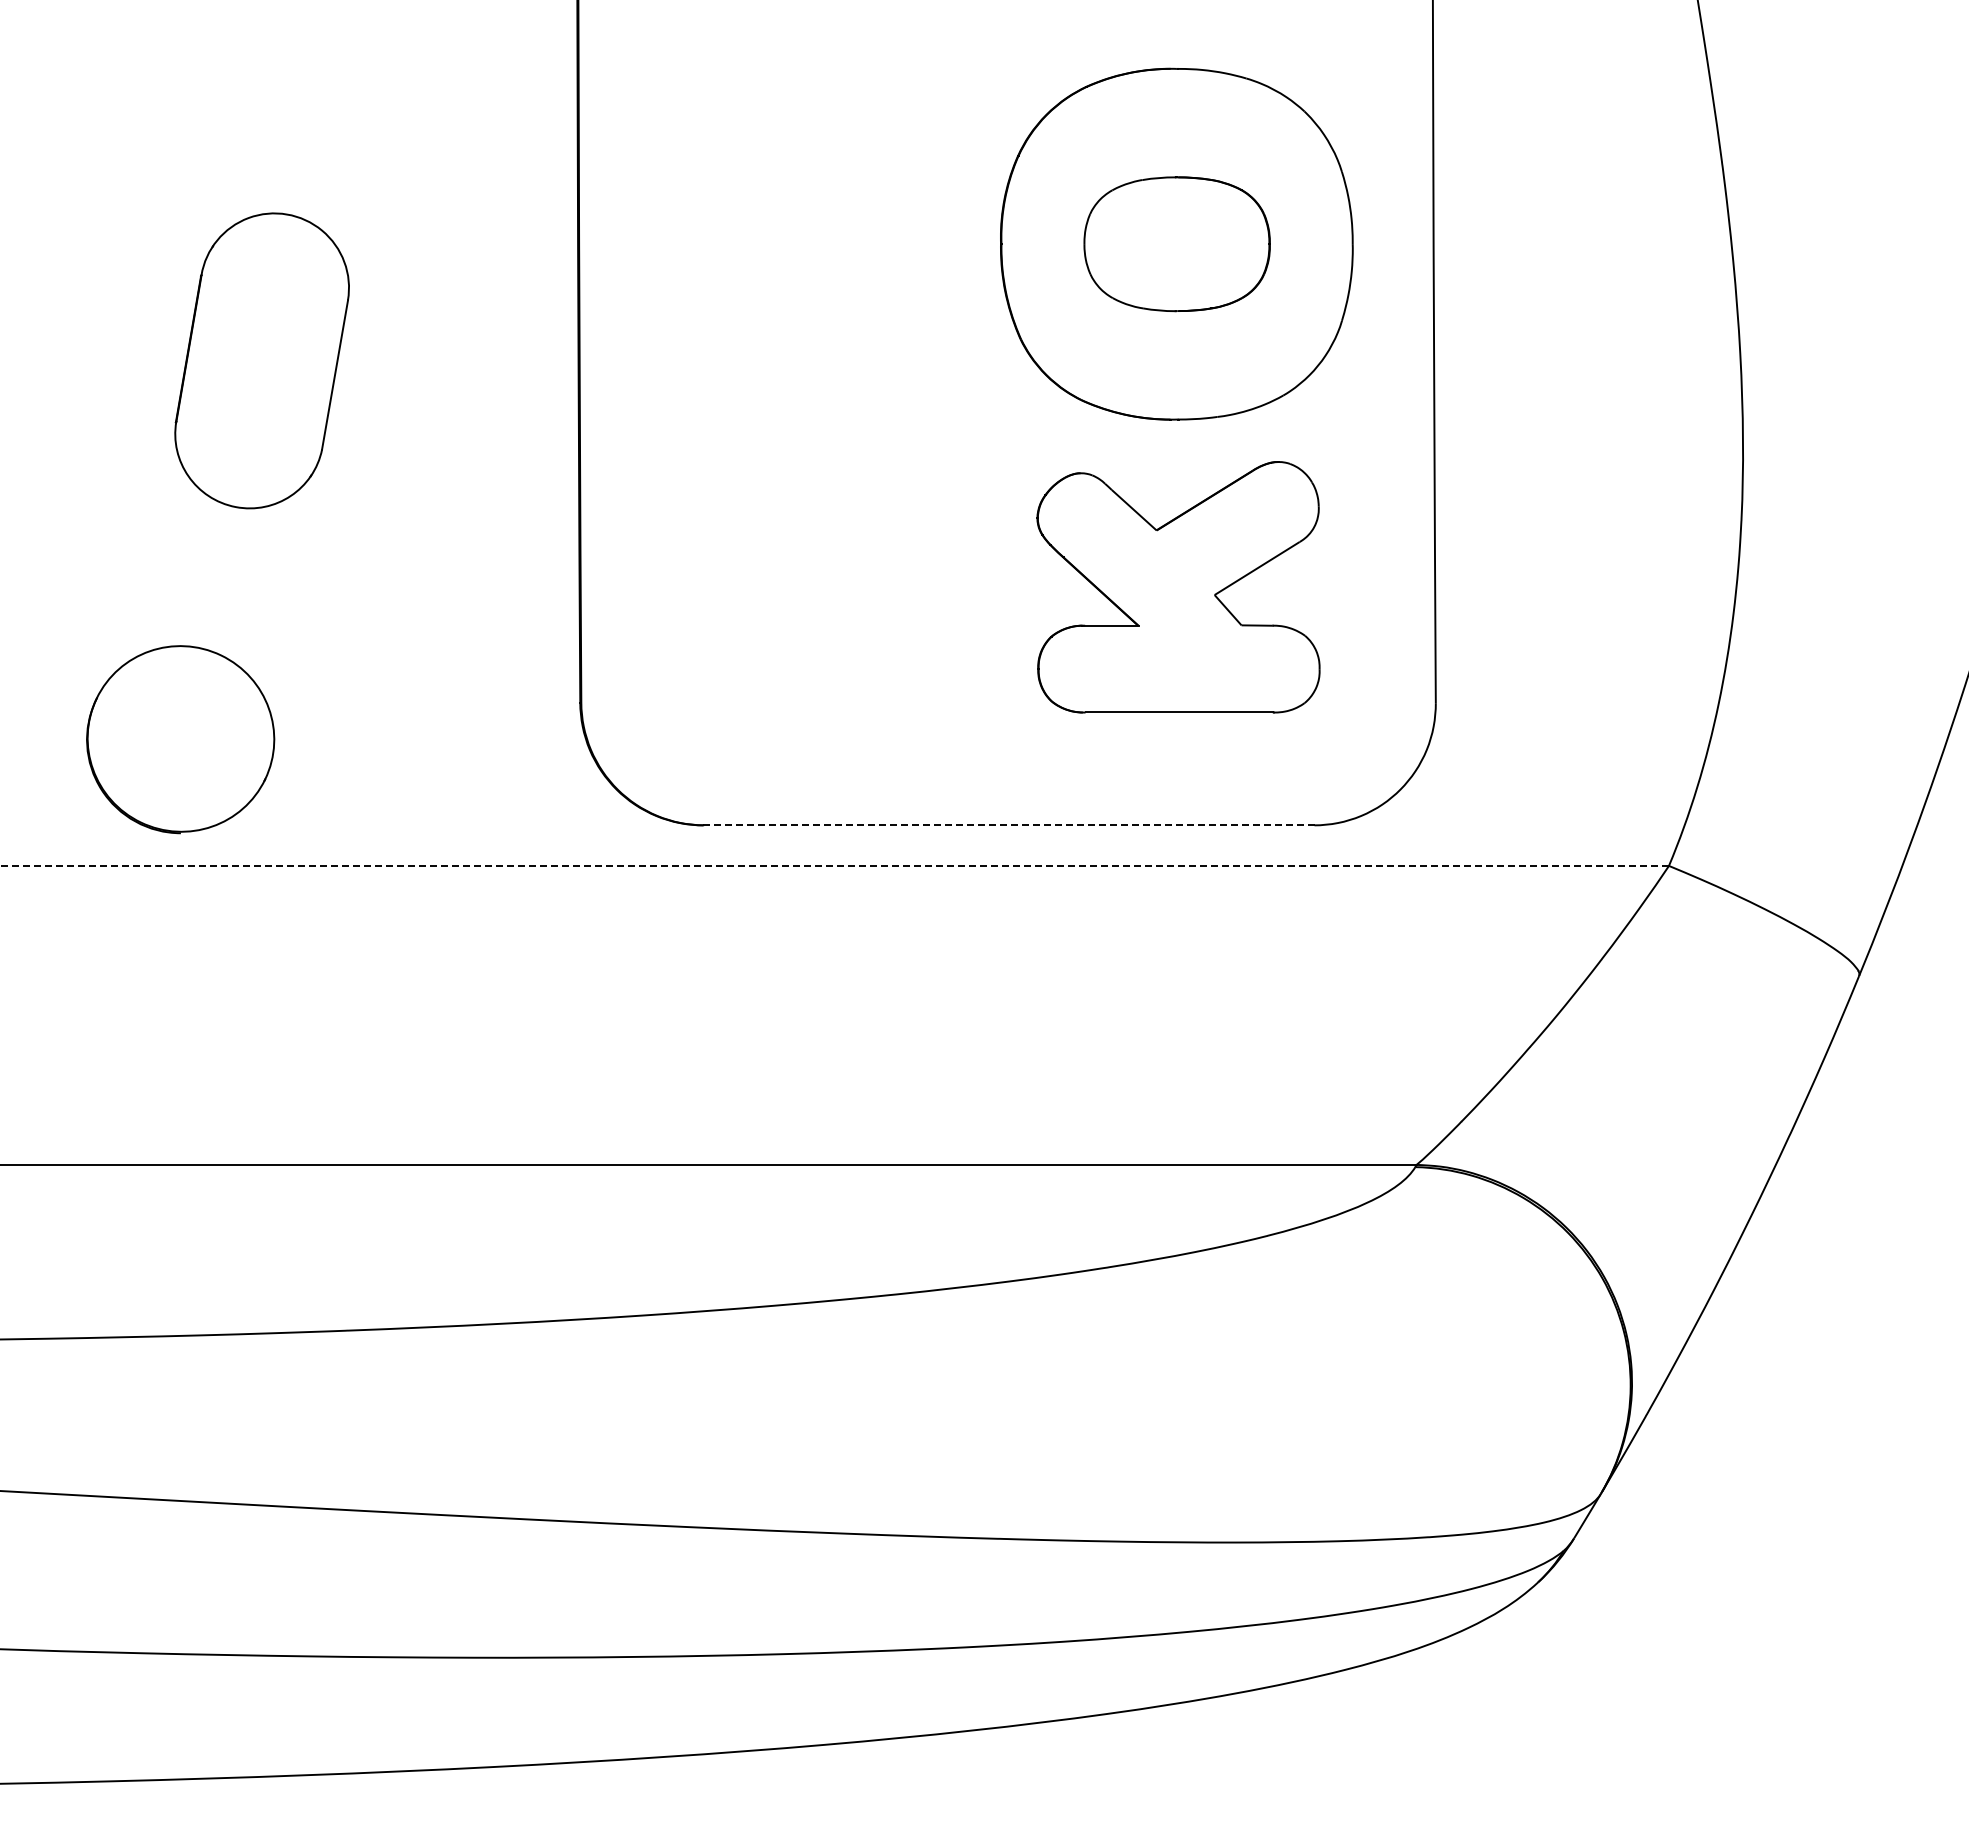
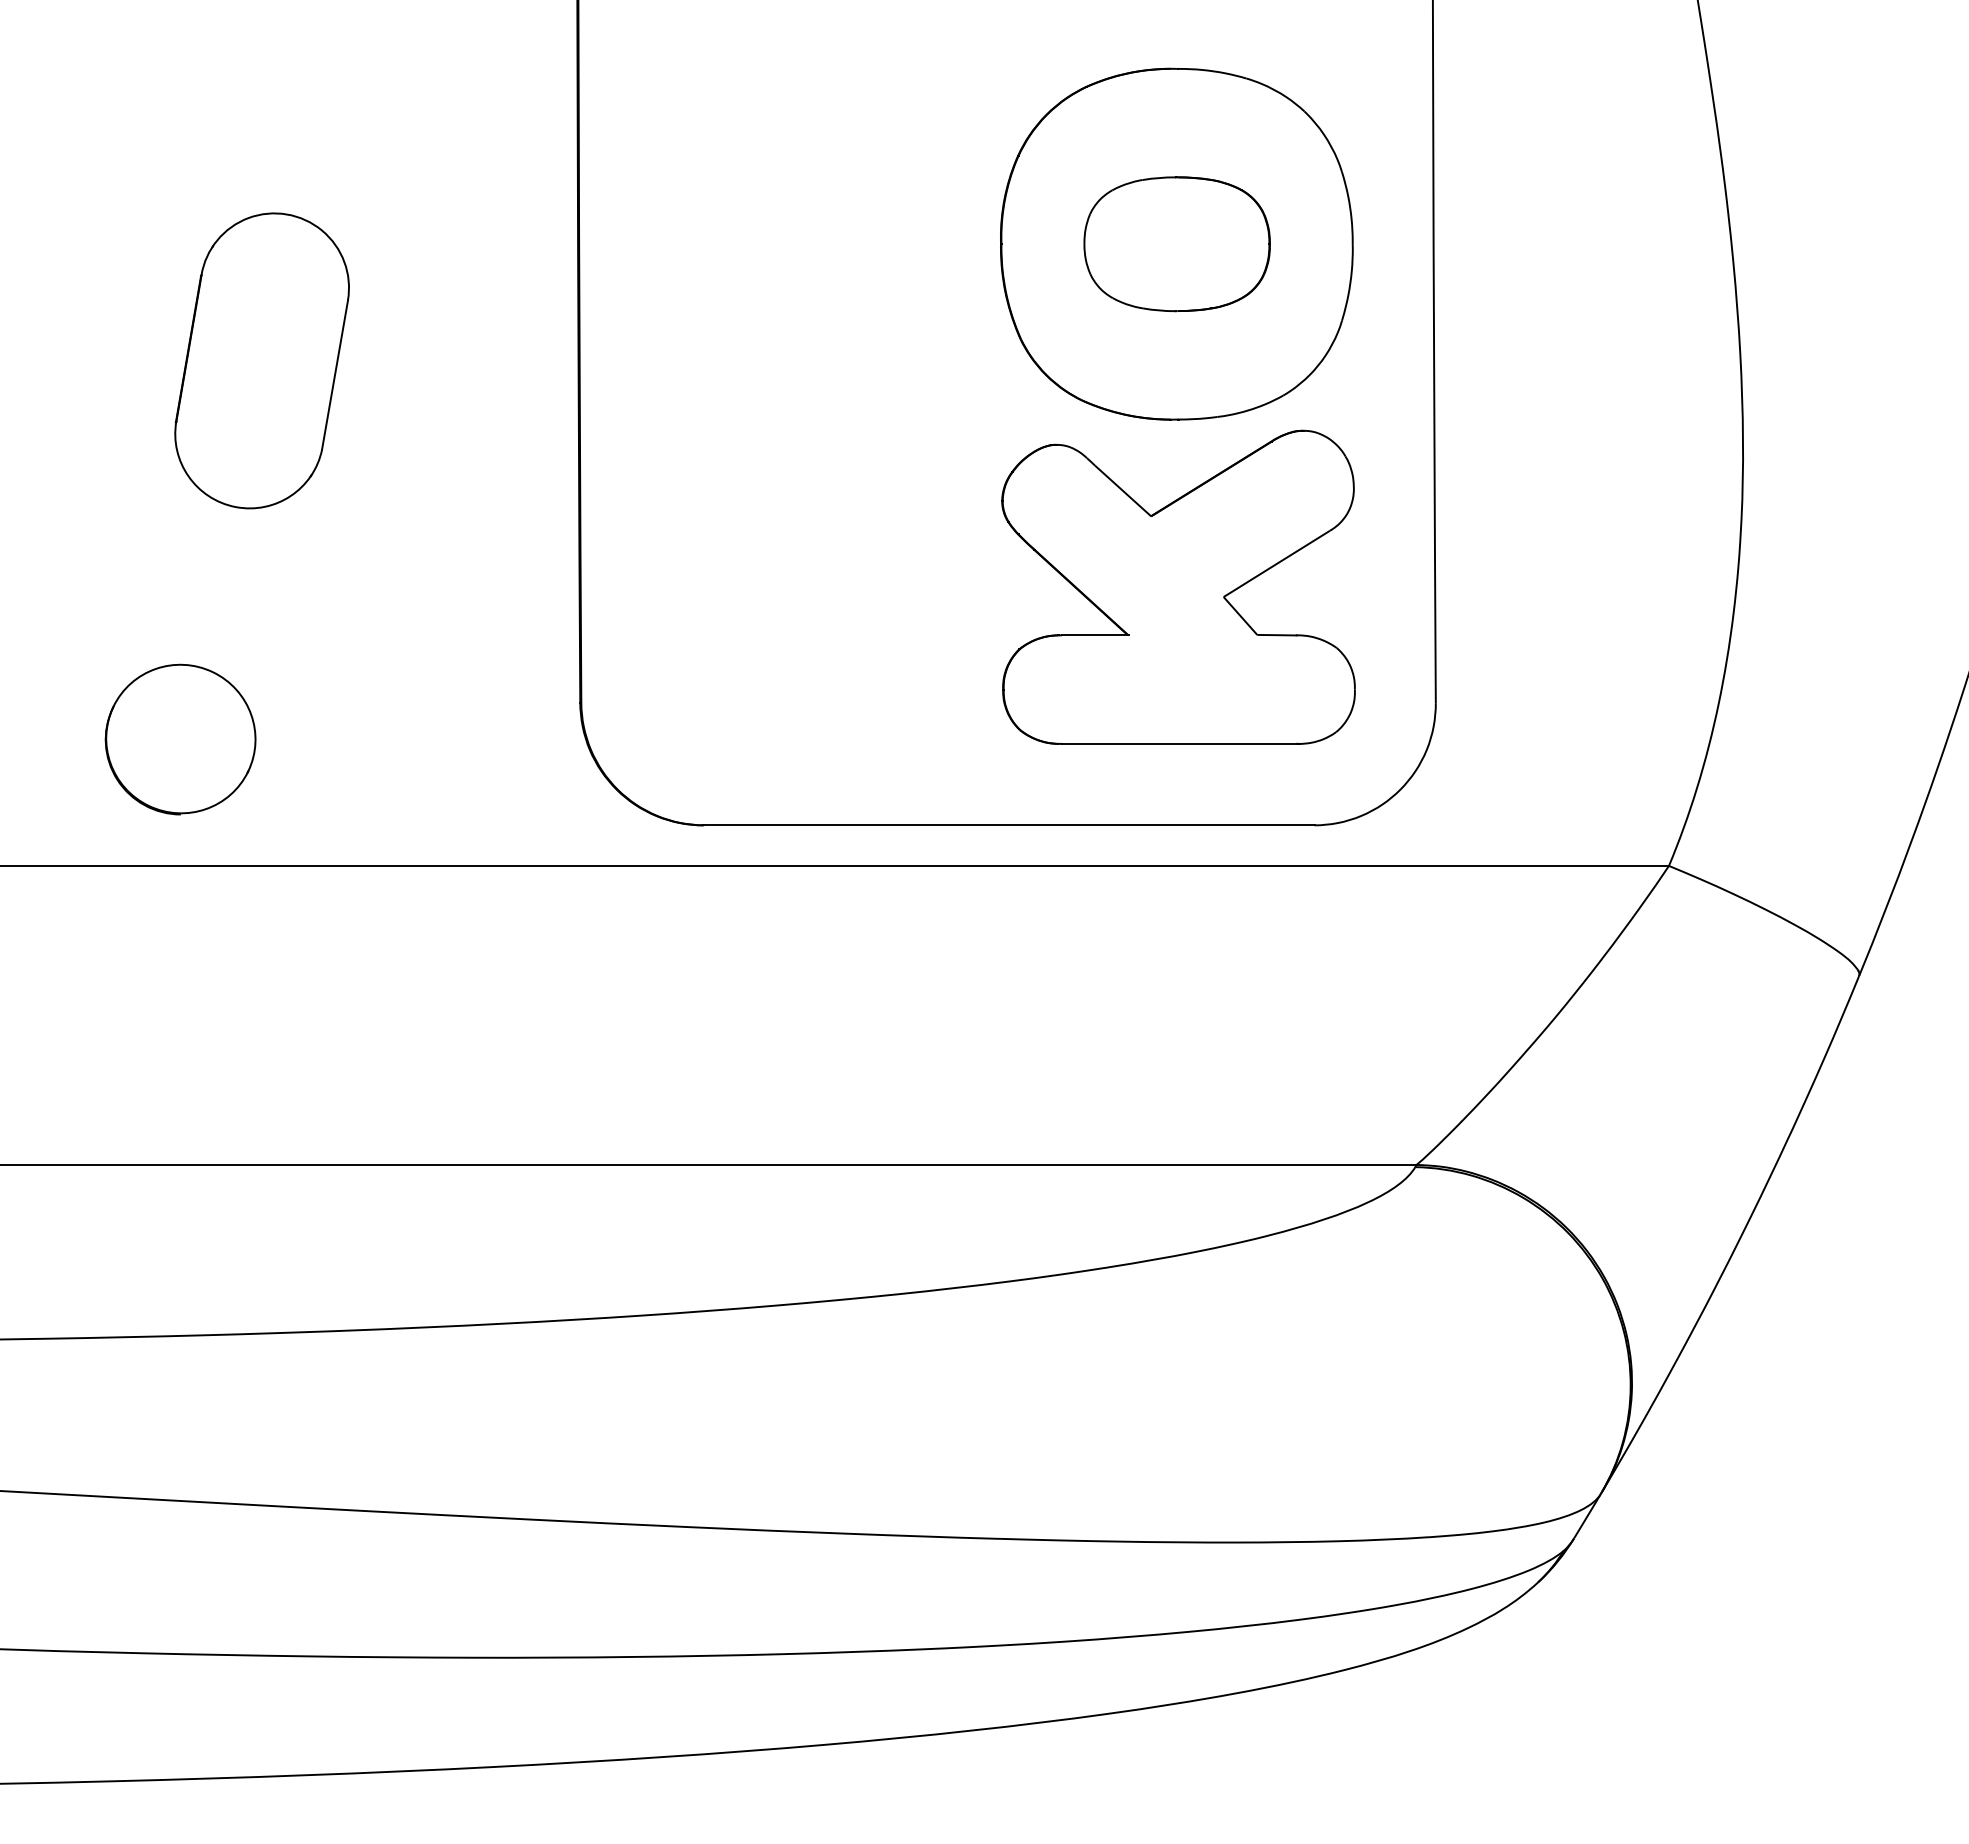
part at (1178, 587) size: 285x253 px -> 355x316 px
part at (180, 739) size: 190x190 px -> 153x153 px
line at (1008, 825): dashed -> solid
line at (834, 865): dashed -> solid
